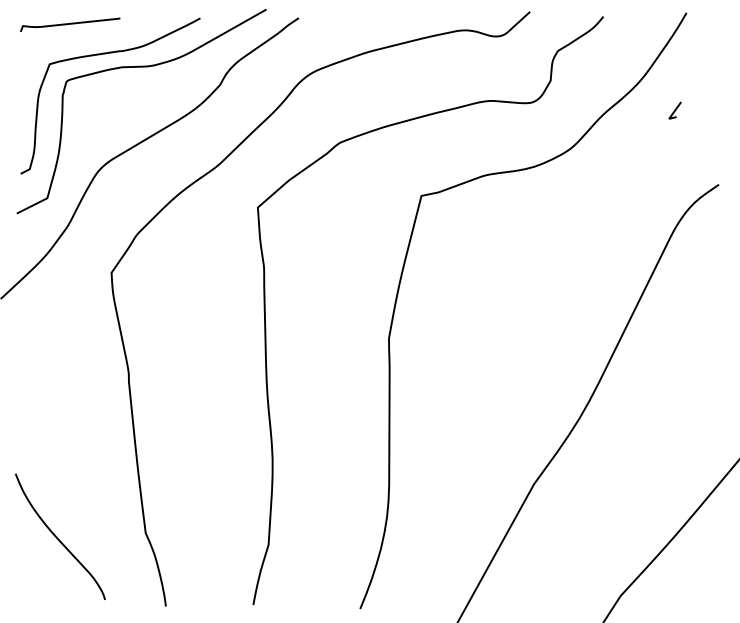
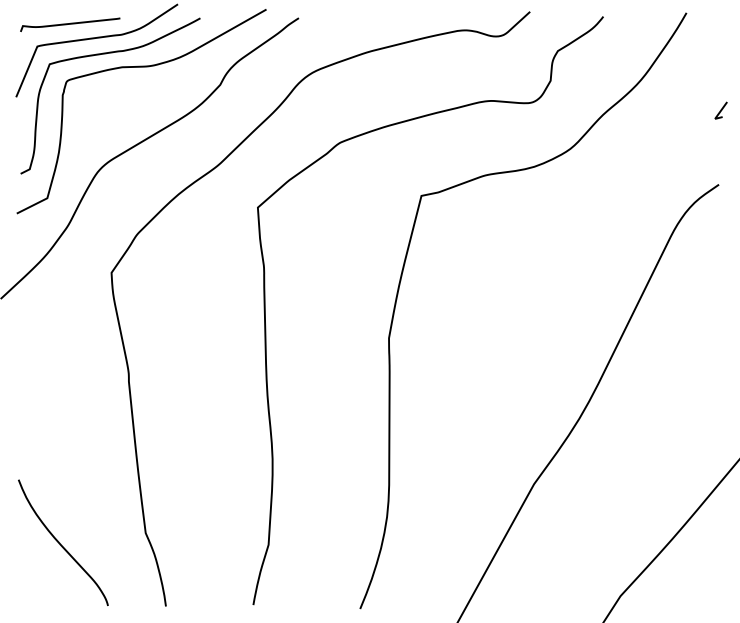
curve at (94, 39): none -> present
line at (674, 110) position: (674, 110) -> (720, 110)
curve at (58, 538) position: (58, 538) -> (61, 544)
